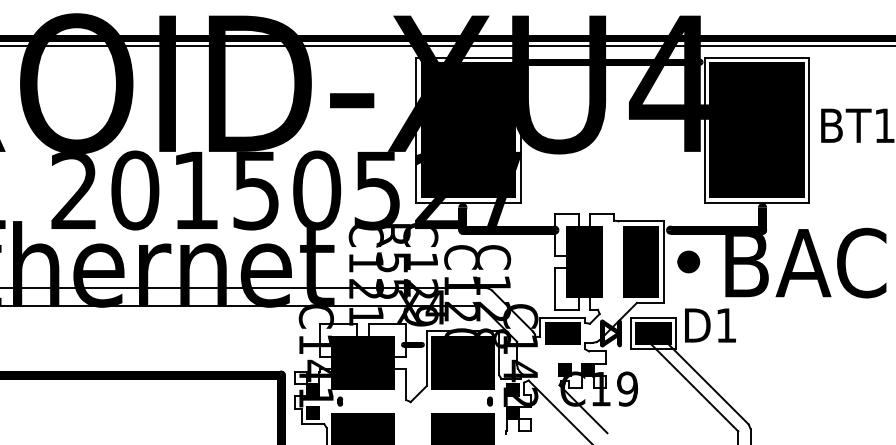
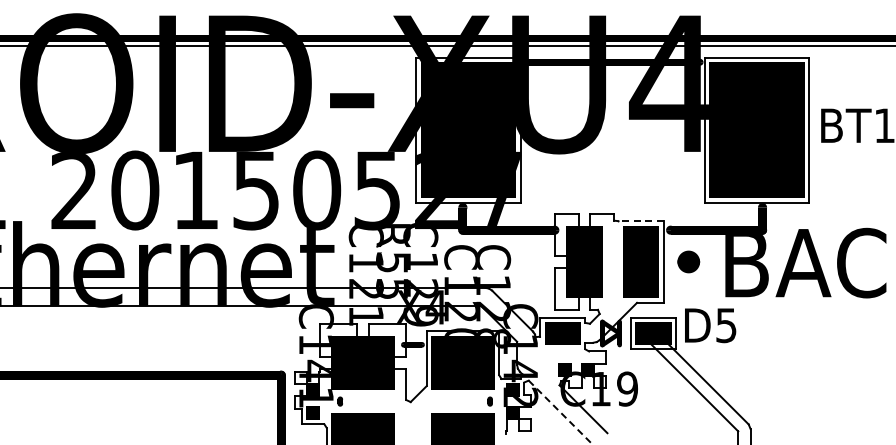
line at (641, 221): solid -> dashed
text at (726, 325): D1 -> D5
line at (561, 413): solid -> dashed
